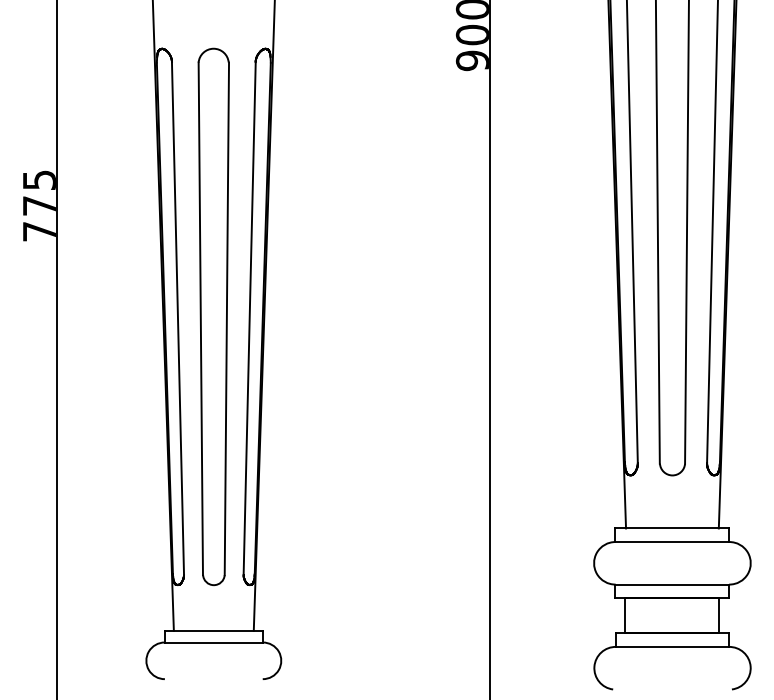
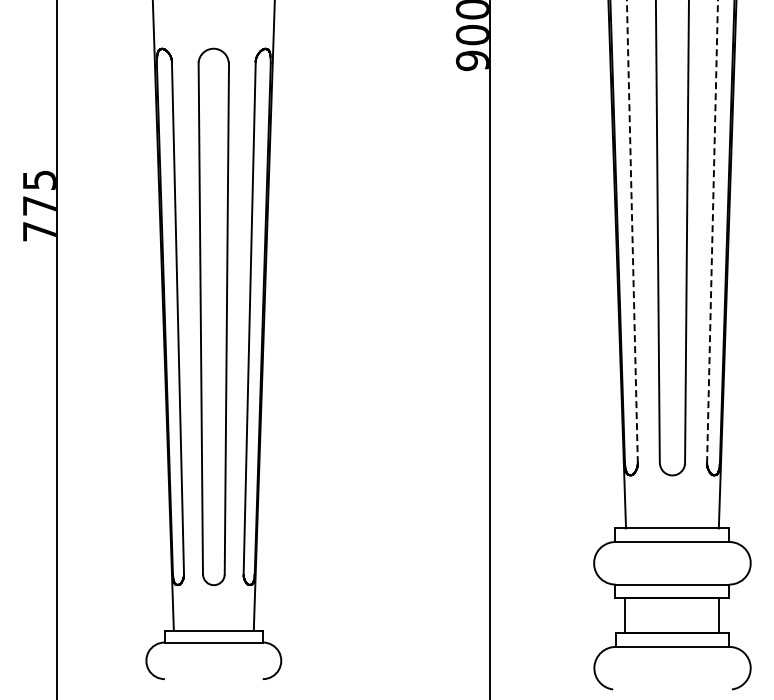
line at (632, 231): solid -> dashed
line at (712, 231): solid -> dashed
